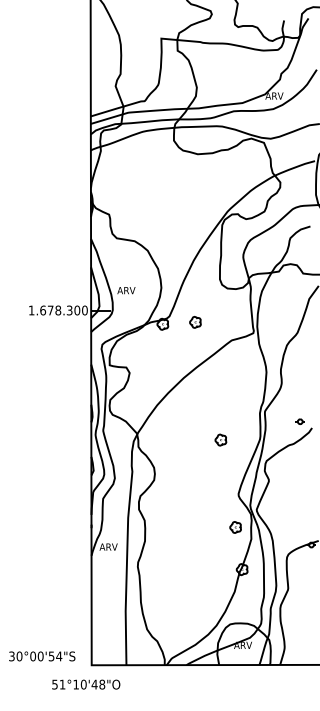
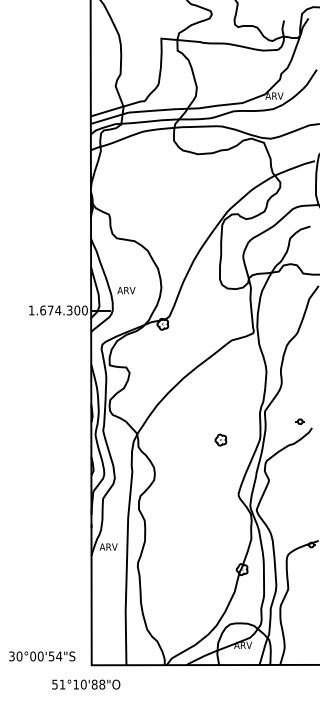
text at (58, 310): 1.678.300 -> 1.674.300
part at (195, 322): present -> none
part at (235, 527): present -> none
text at (94, 684): 51°10'48"O -> 51°10'88"O
